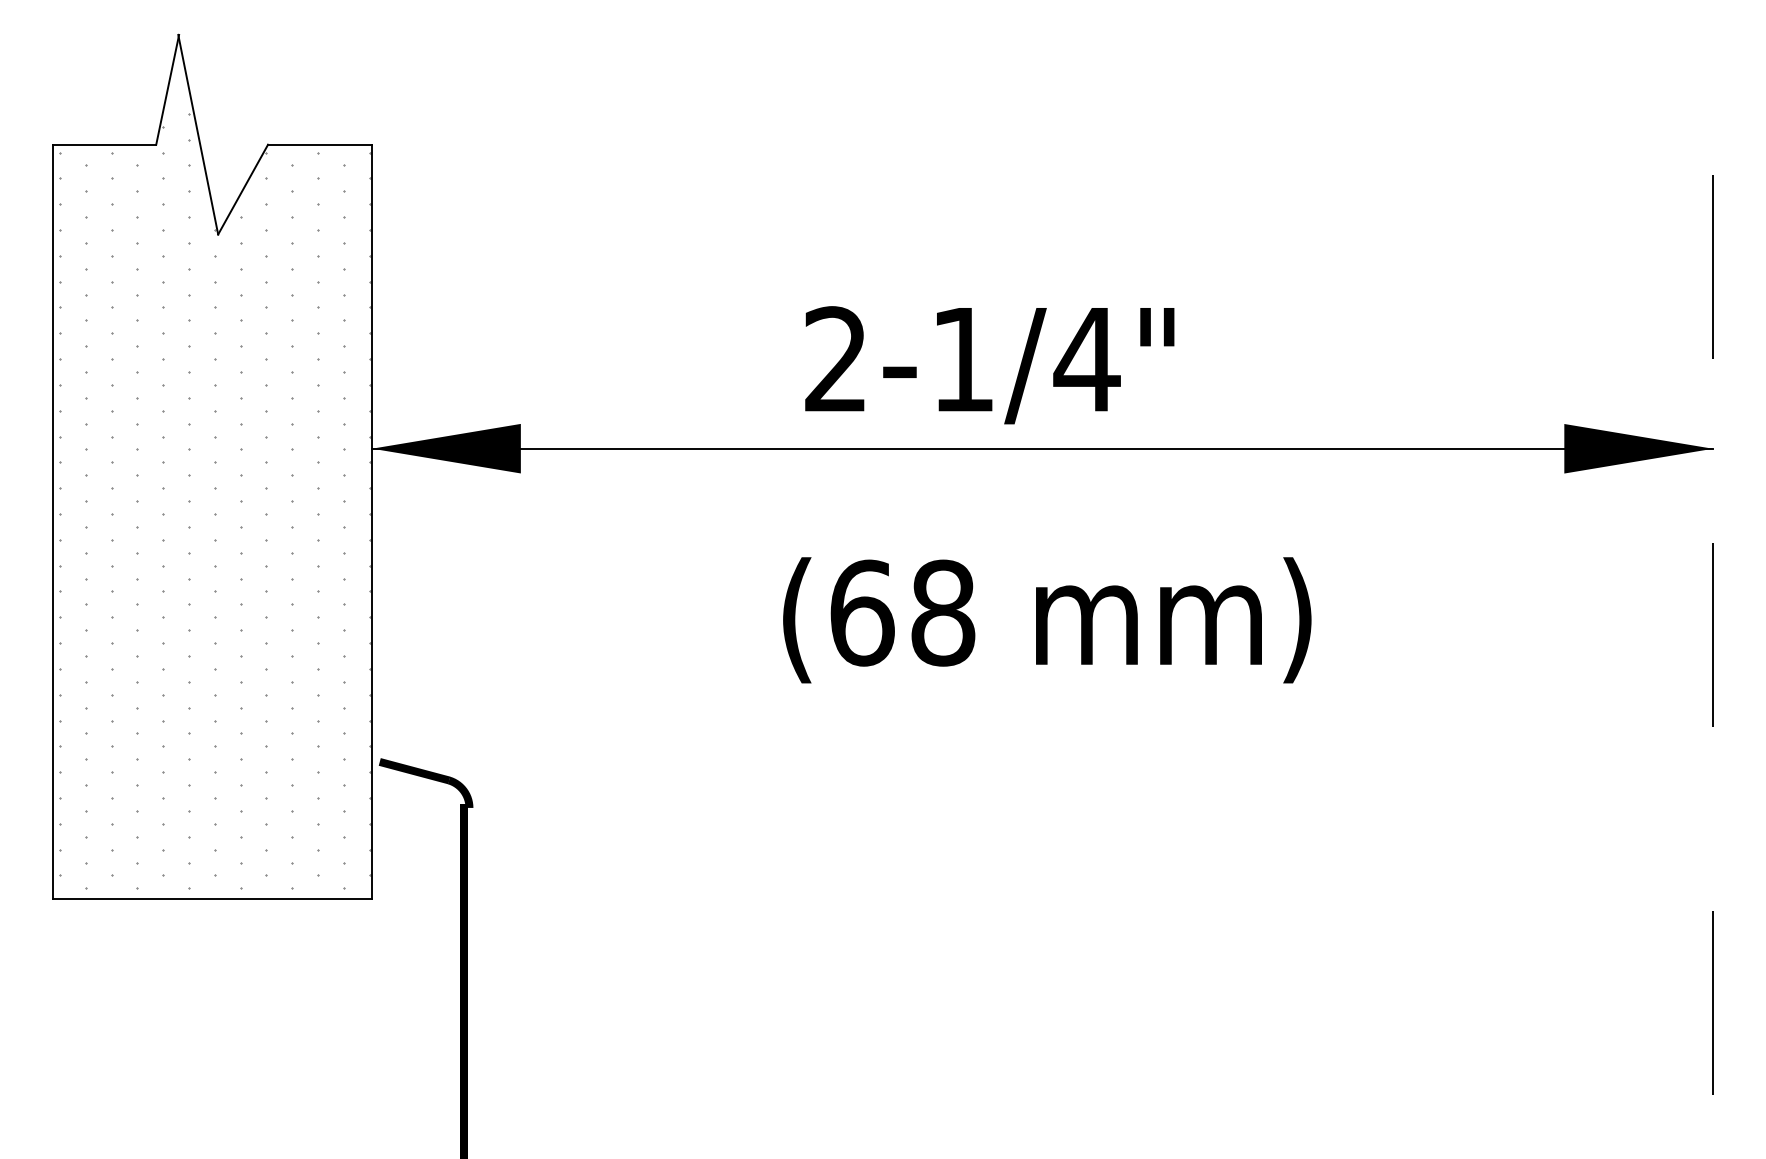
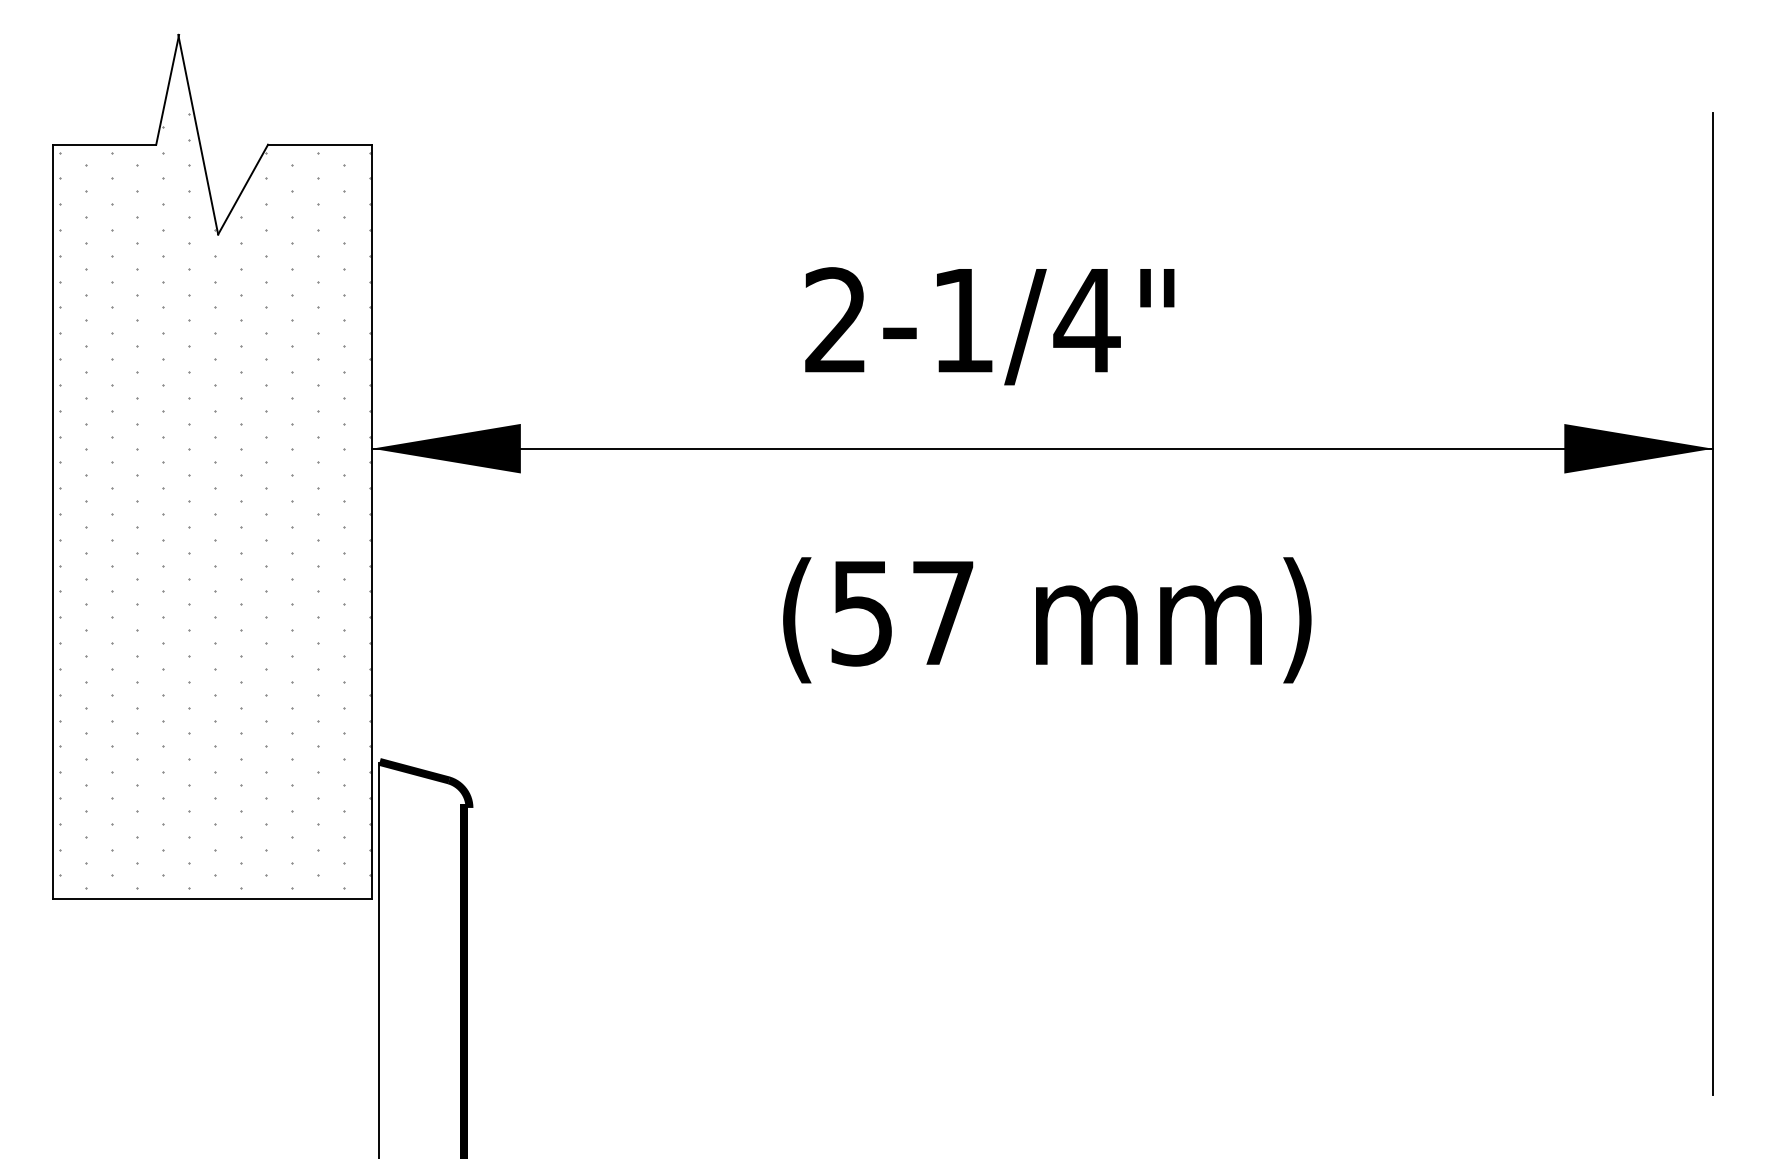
text at (989, 365) position: (989, 365) -> (989, 326)
line at (1712, 603): dashed -> solid
text at (902, 612): (68 -> (57
line at (378, 959): none -> present
